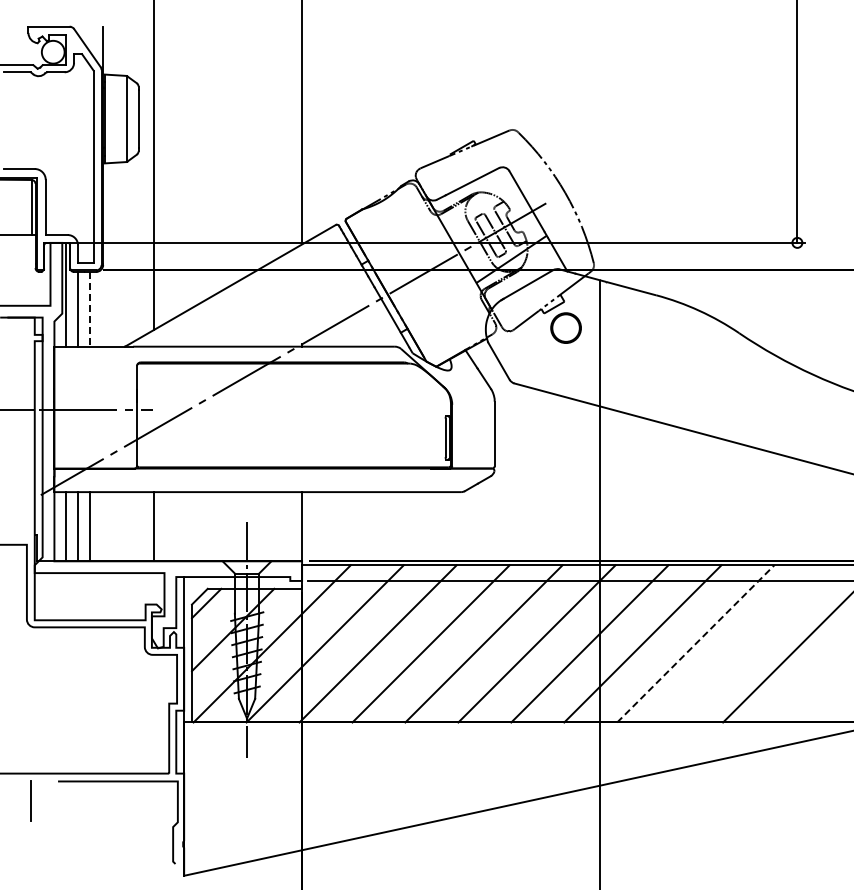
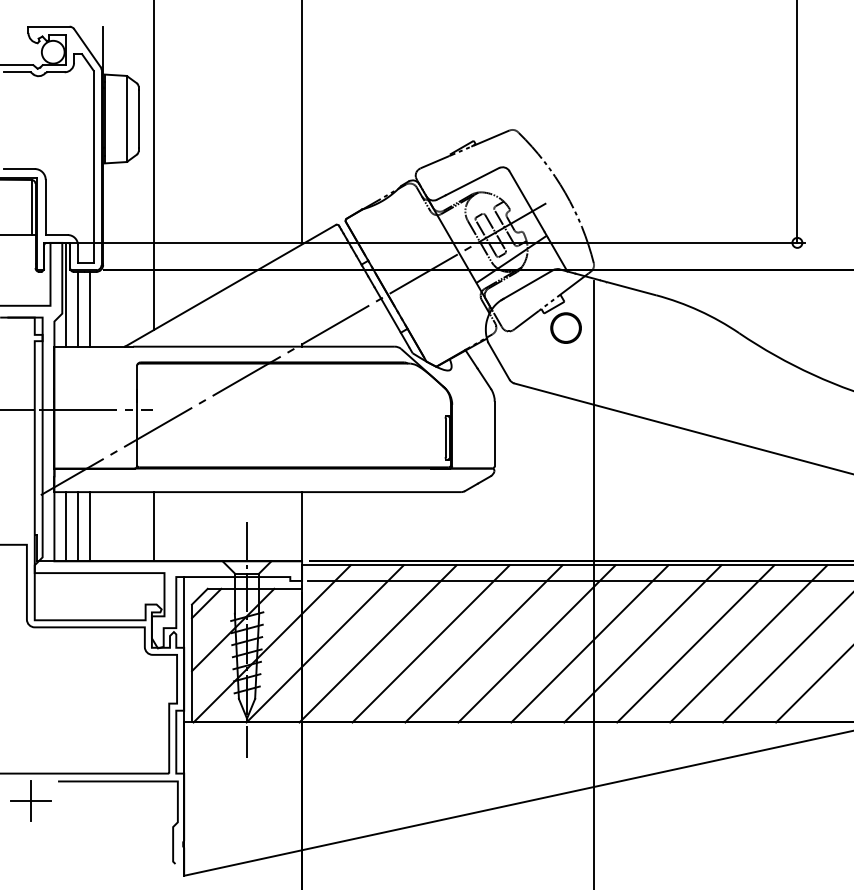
line at (89, 309): dashed -> solid
line at (600, 583) position: (600, 583) -> (594, 583)
line at (696, 643): dashed -> solid
line at (748, 643): none -> present
line at (813, 685): none -> present
line at (30, 801): none -> present
